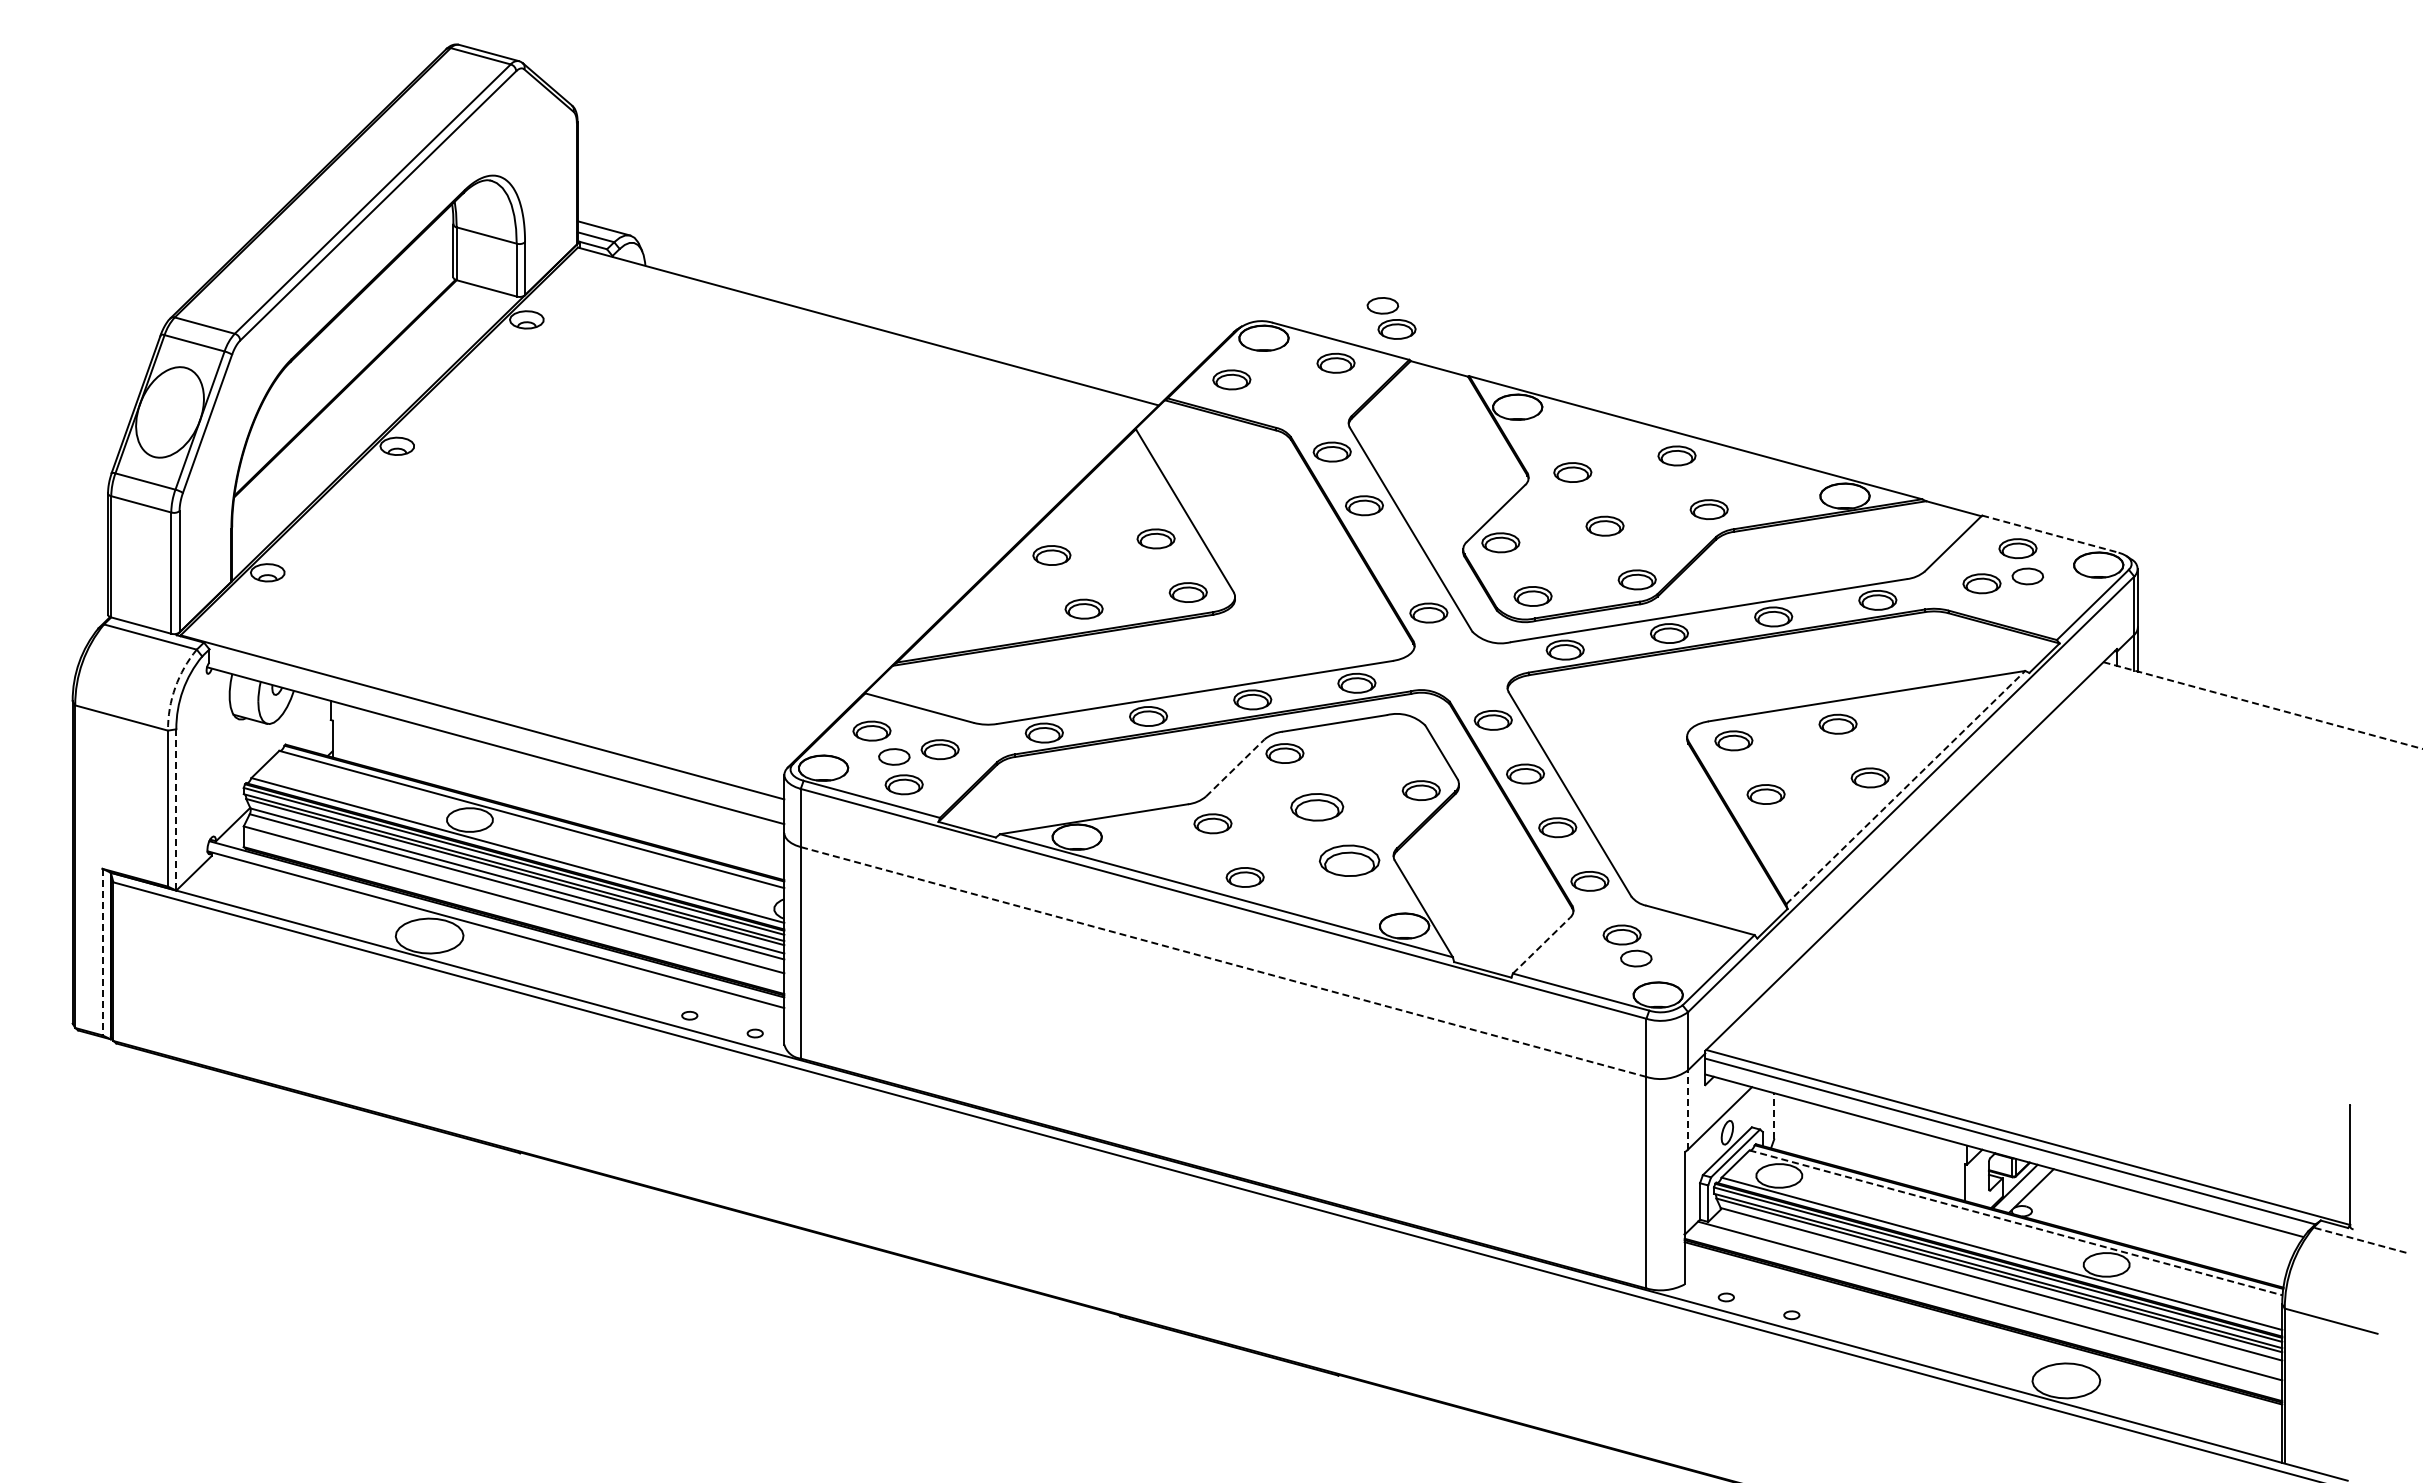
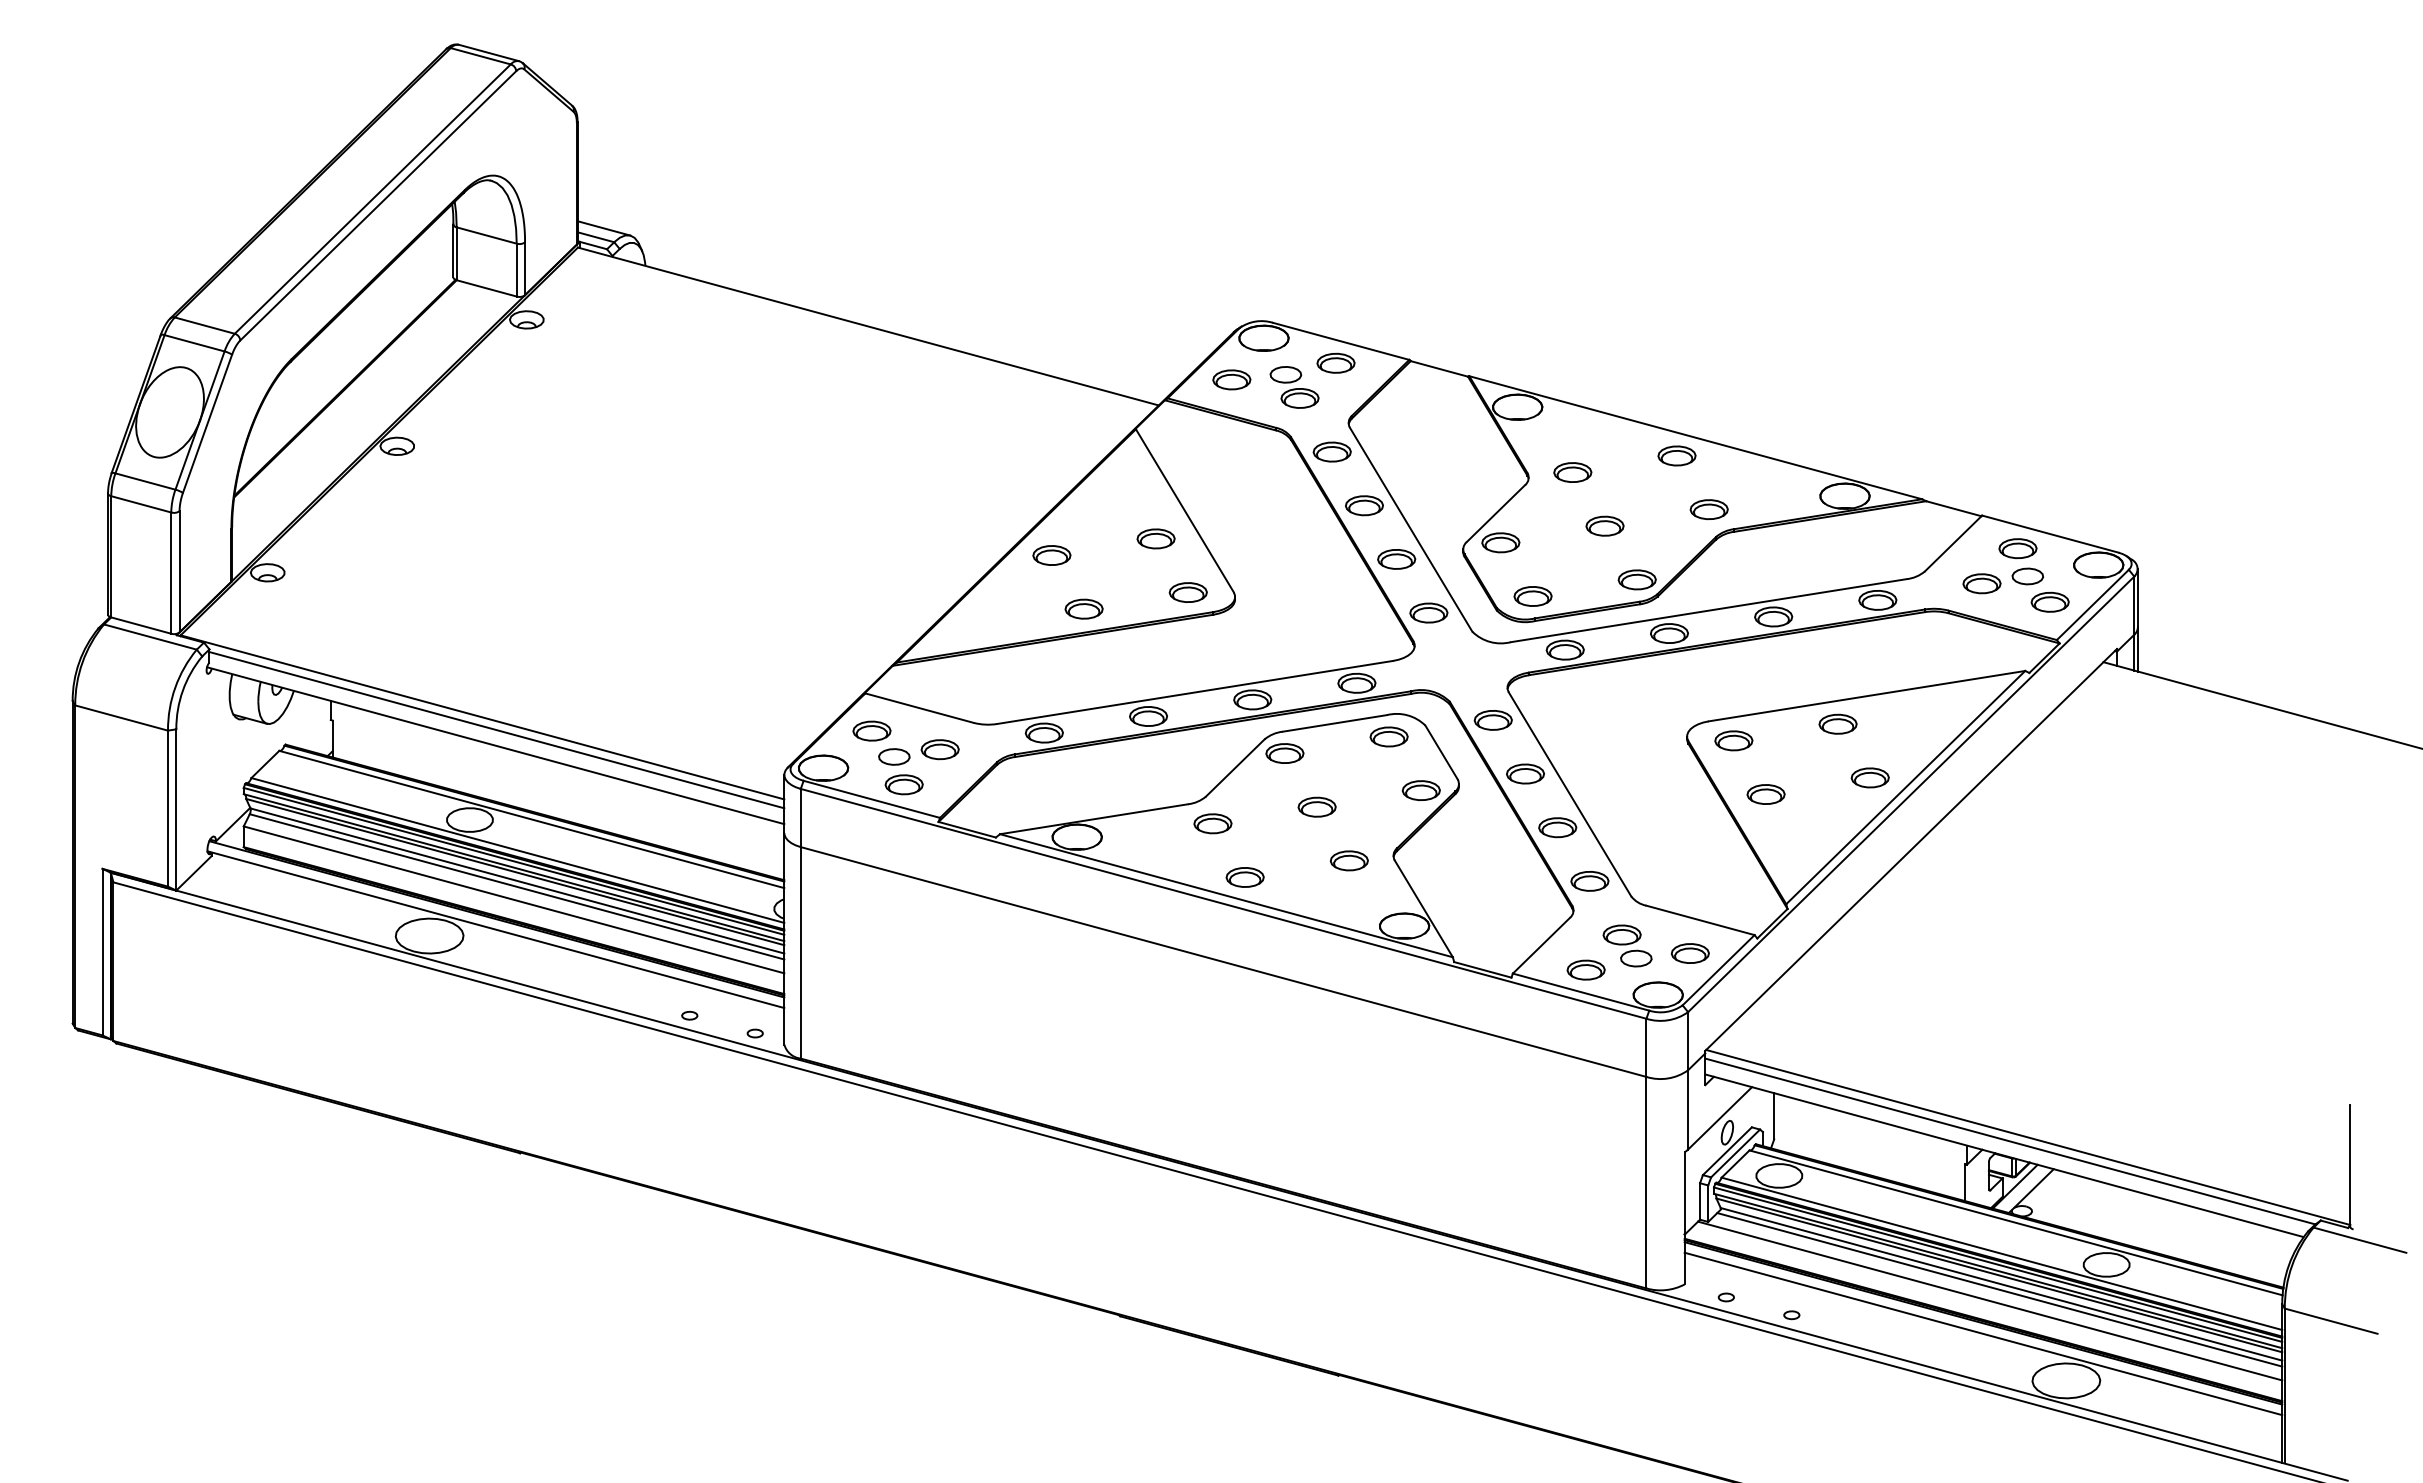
part at (1391, 318) position: (1391, 318) -> (1294, 387)
line at (2050, 534): dashed -> solid
part at (1396, 559): none -> present
part at (2049, 601): none -> present
arc at (175, 687): dashed -> solid
line at (2263, 705): dashed -> solid
line at (496, 730): none -> present
part at (1388, 736): none -> present
line at (1235, 768): dashed -> solid
line at (1905, 787): dashed -> solid
part at (1317, 807) size: 55x29 px -> 40x22 px
line at (176, 809): dashed -> solid
part at (1349, 860) size: 63x33 px -> 40x22 px
line at (1541, 945): dashed -> solid
line at (102, 952): dashed -> solid
part at (1689, 953): none -> present
line at (1223, 961): dashed -> solid
part at (1585, 969): none -> present
line at (1688, 1109): dashed -> solid
line at (1774, 1115): dashed -> solid
line at (2016, 1223): dashed -> solid
line at (2359, 1240): dashed -> solid
line at (1999, 1289): none -> present
line at (1983, 1333): none -> present
